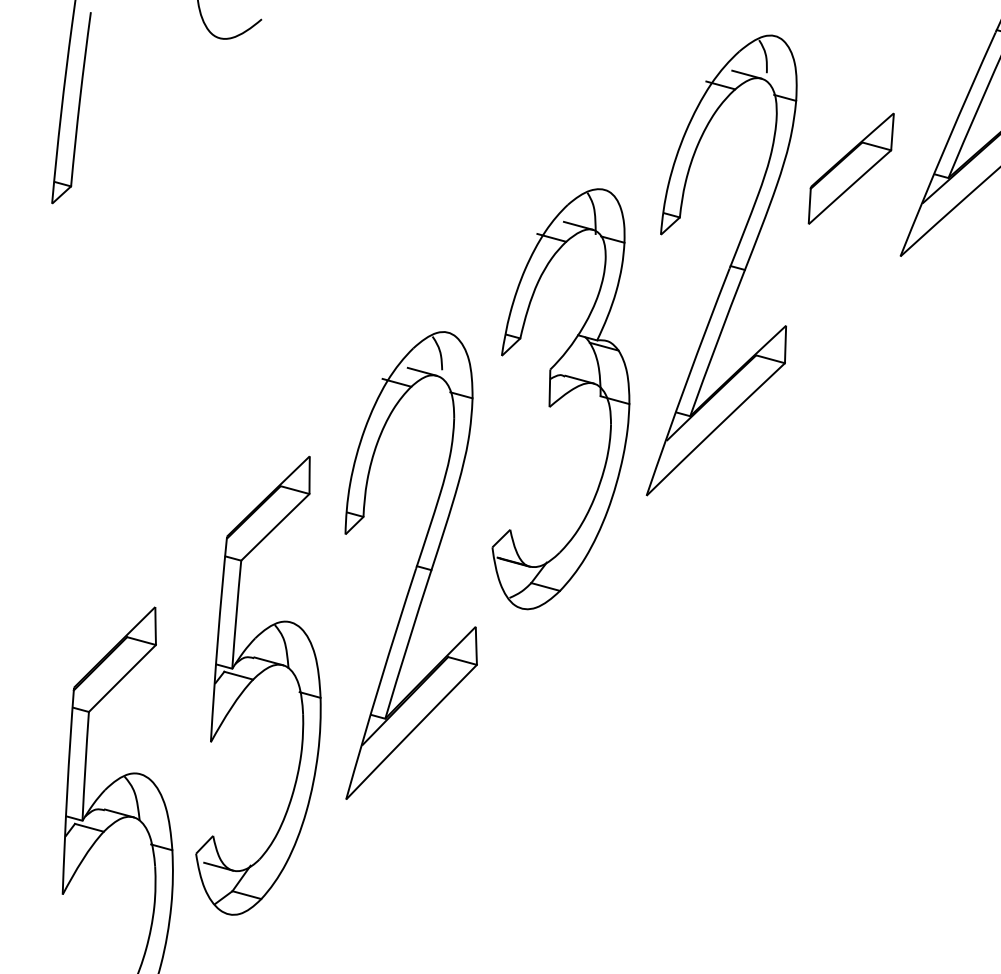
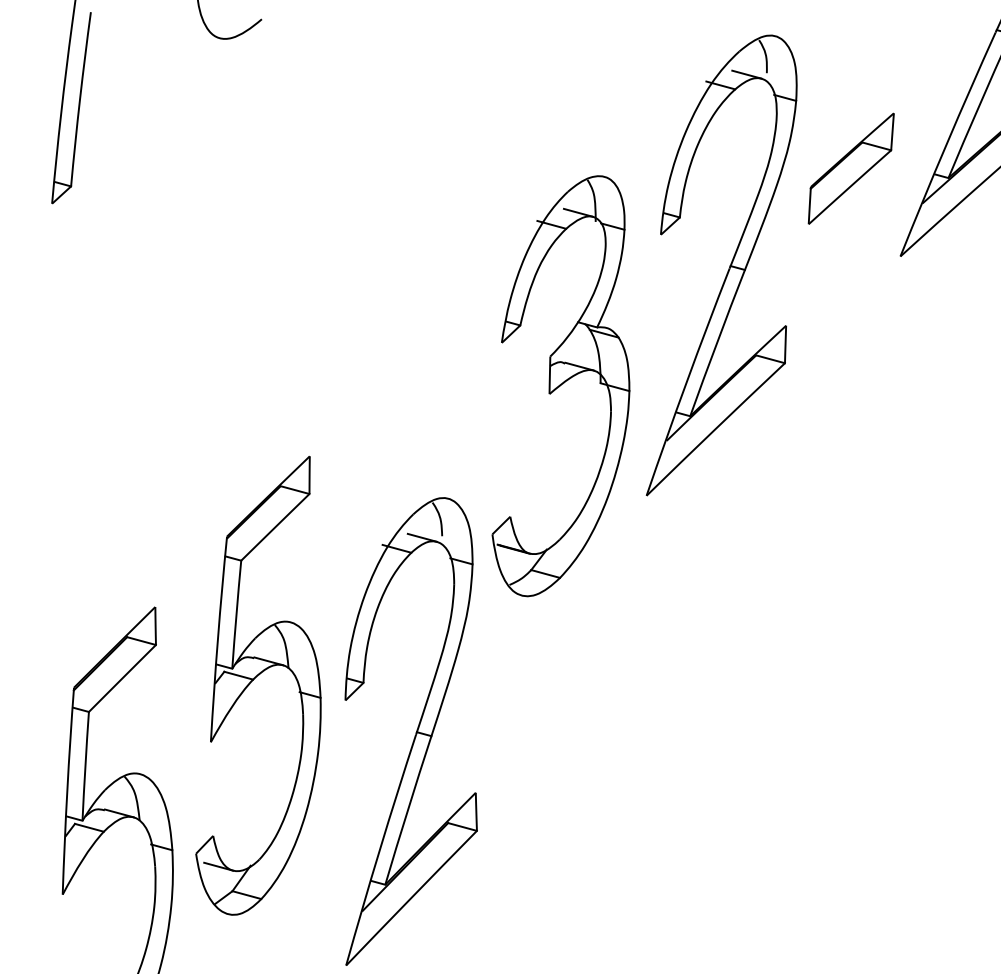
part at (560, 399) position: (560, 399) -> (560, 386)
part at (410, 565) position: (410, 565) -> (410, 731)
